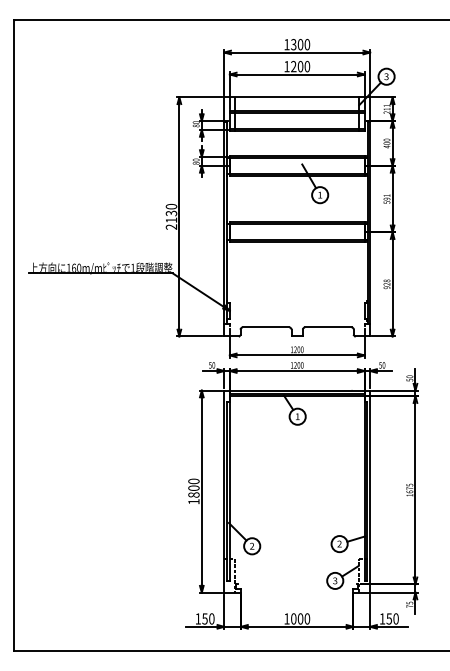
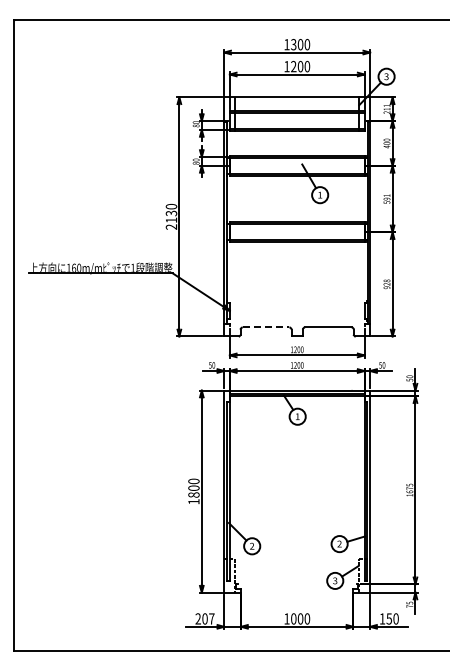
line at (266, 327): solid -> dashed
text at (204, 618): 150 -> 207
